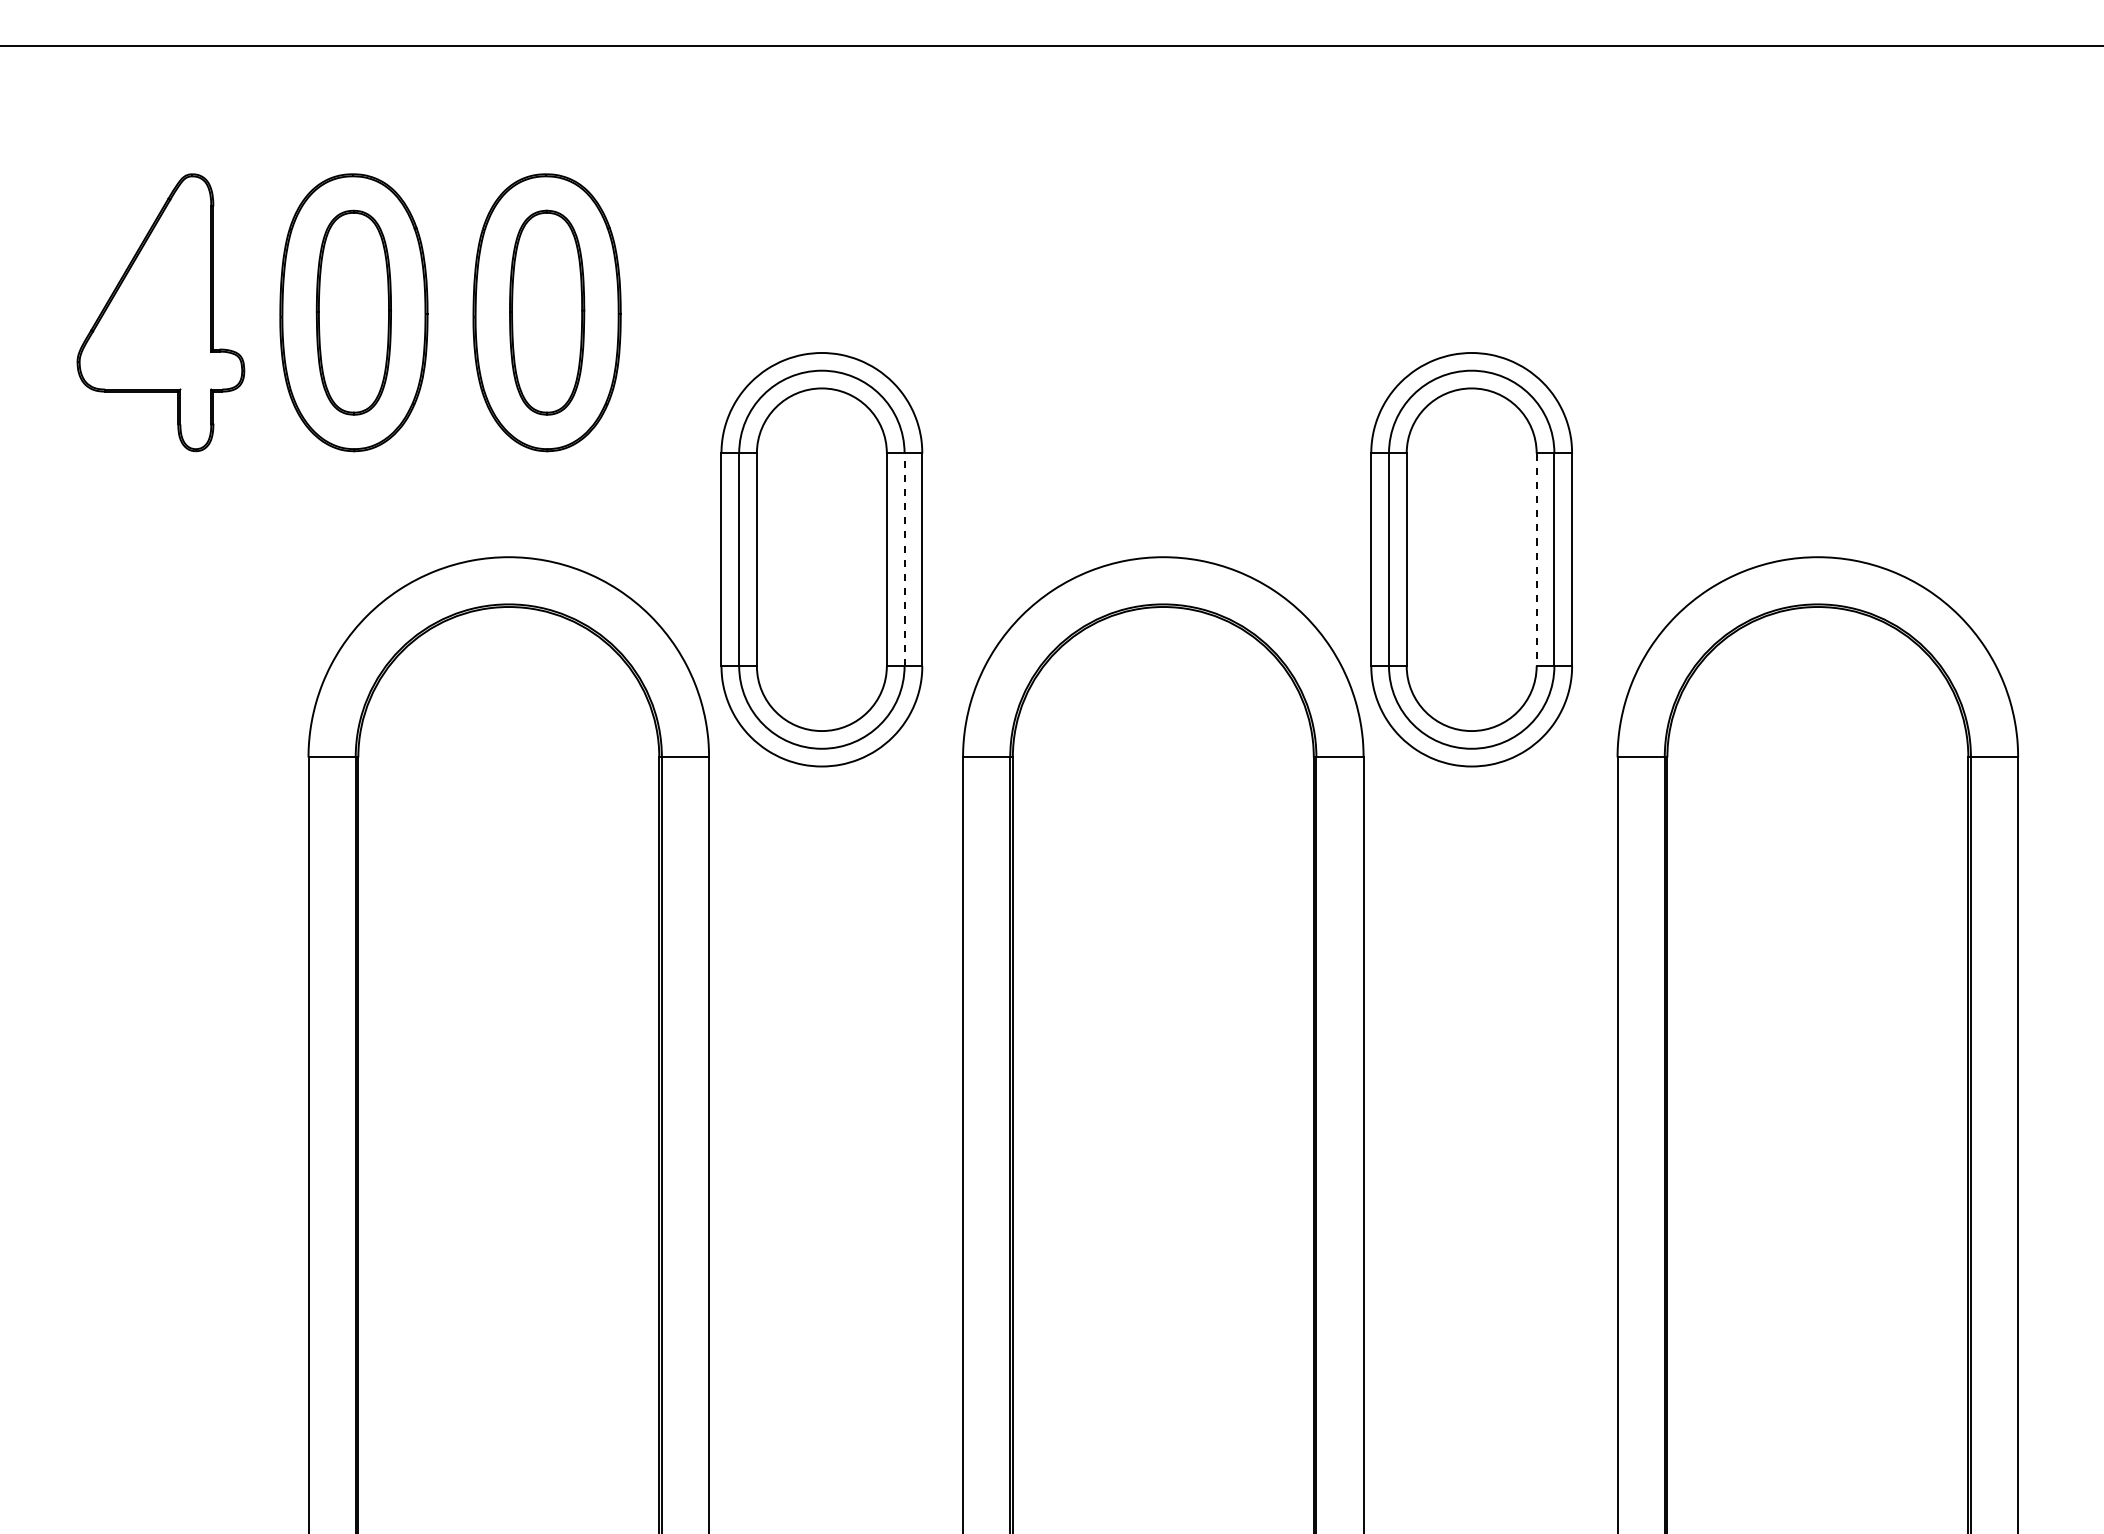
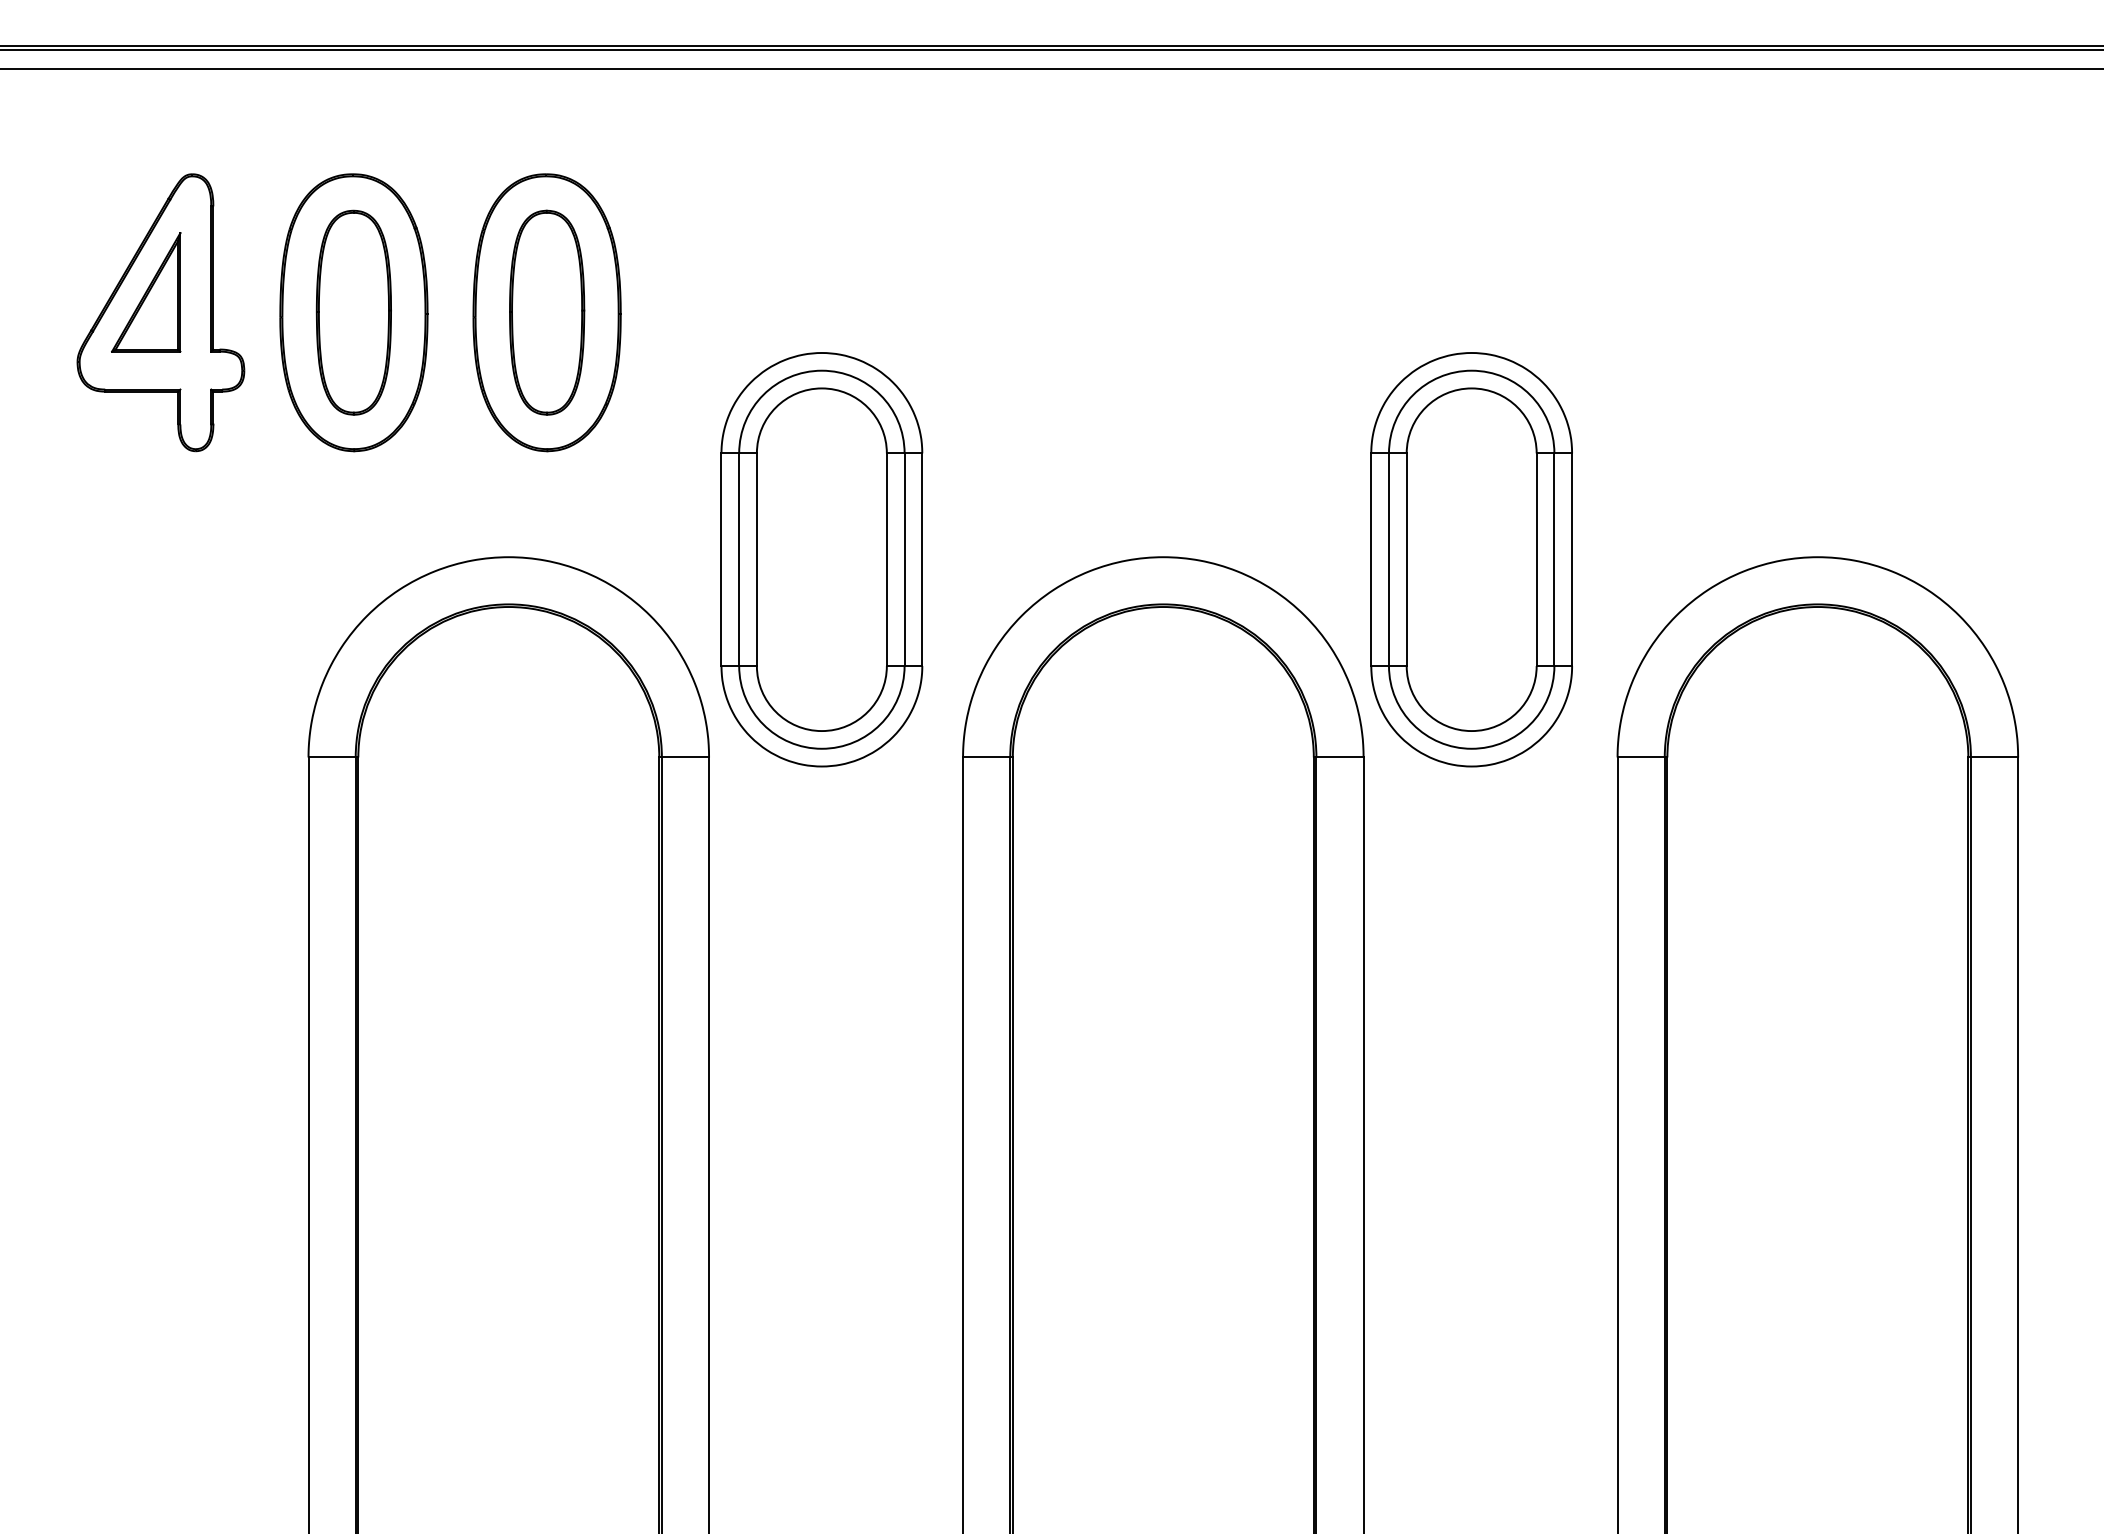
line at (1051, 49): none -> present
line at (1051, 68): none -> present
part at (146, 292): none -> present
line at (904, 559): dashed -> solid
line at (1536, 560): dashed -> solid
